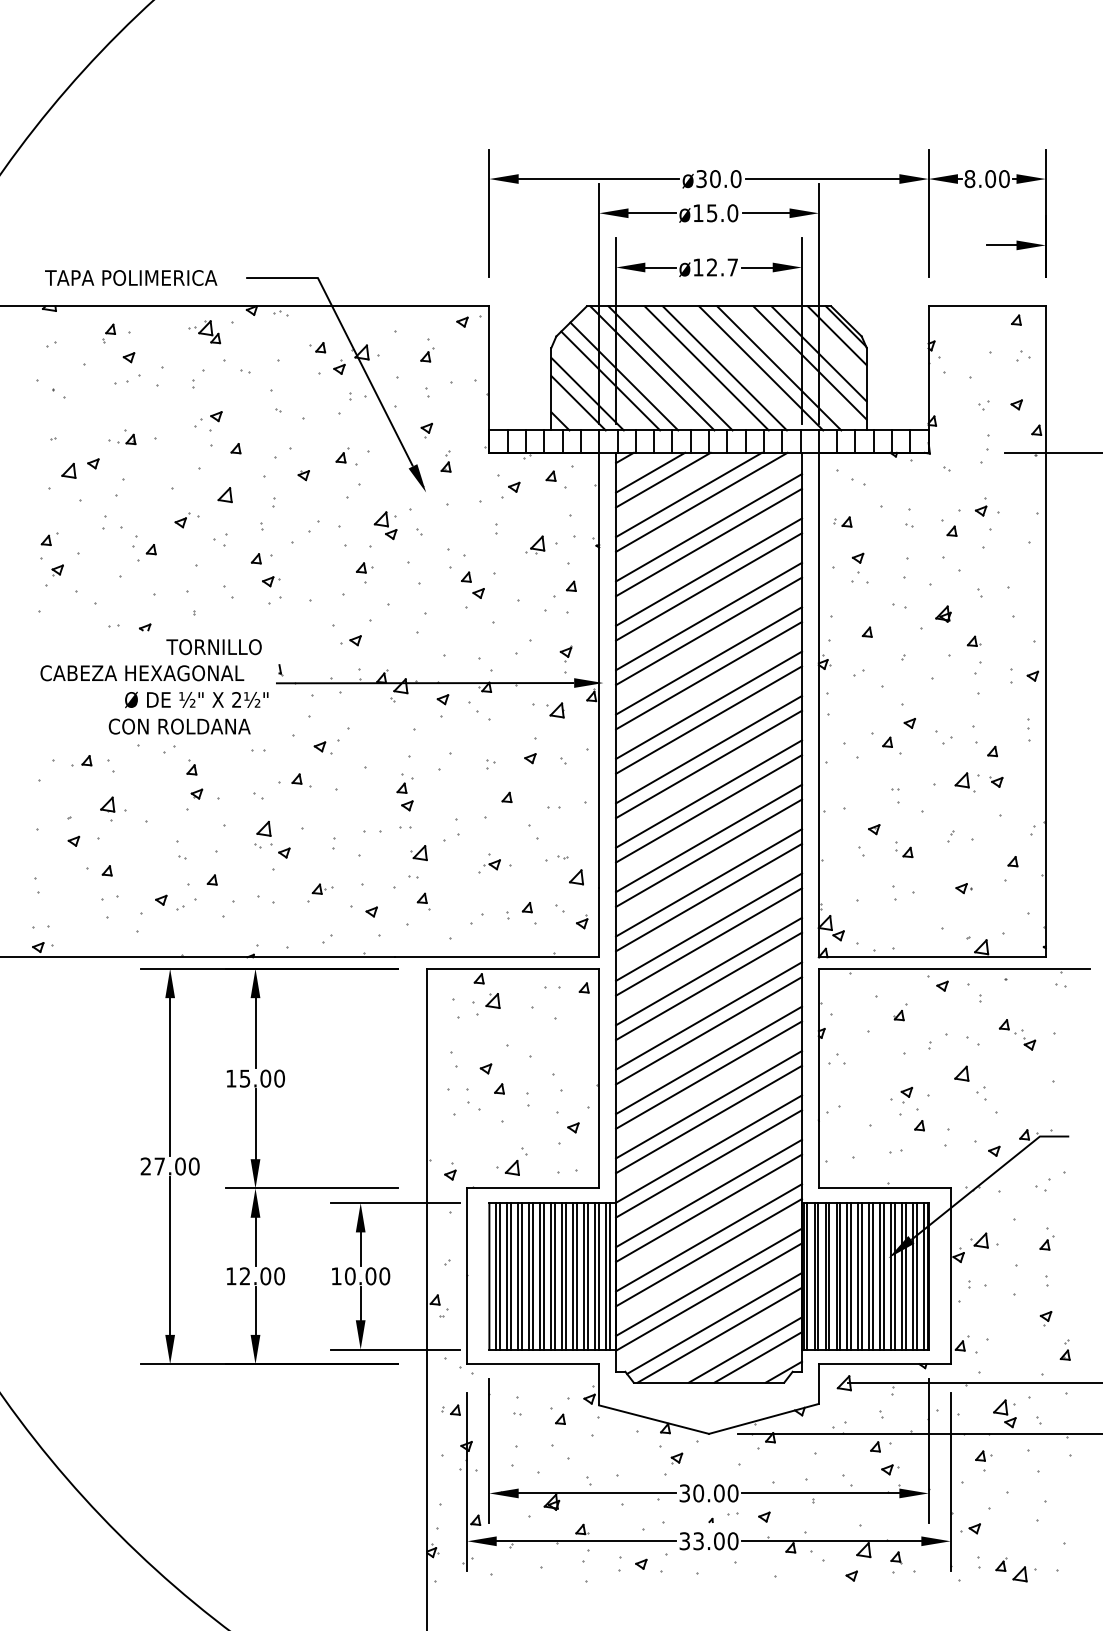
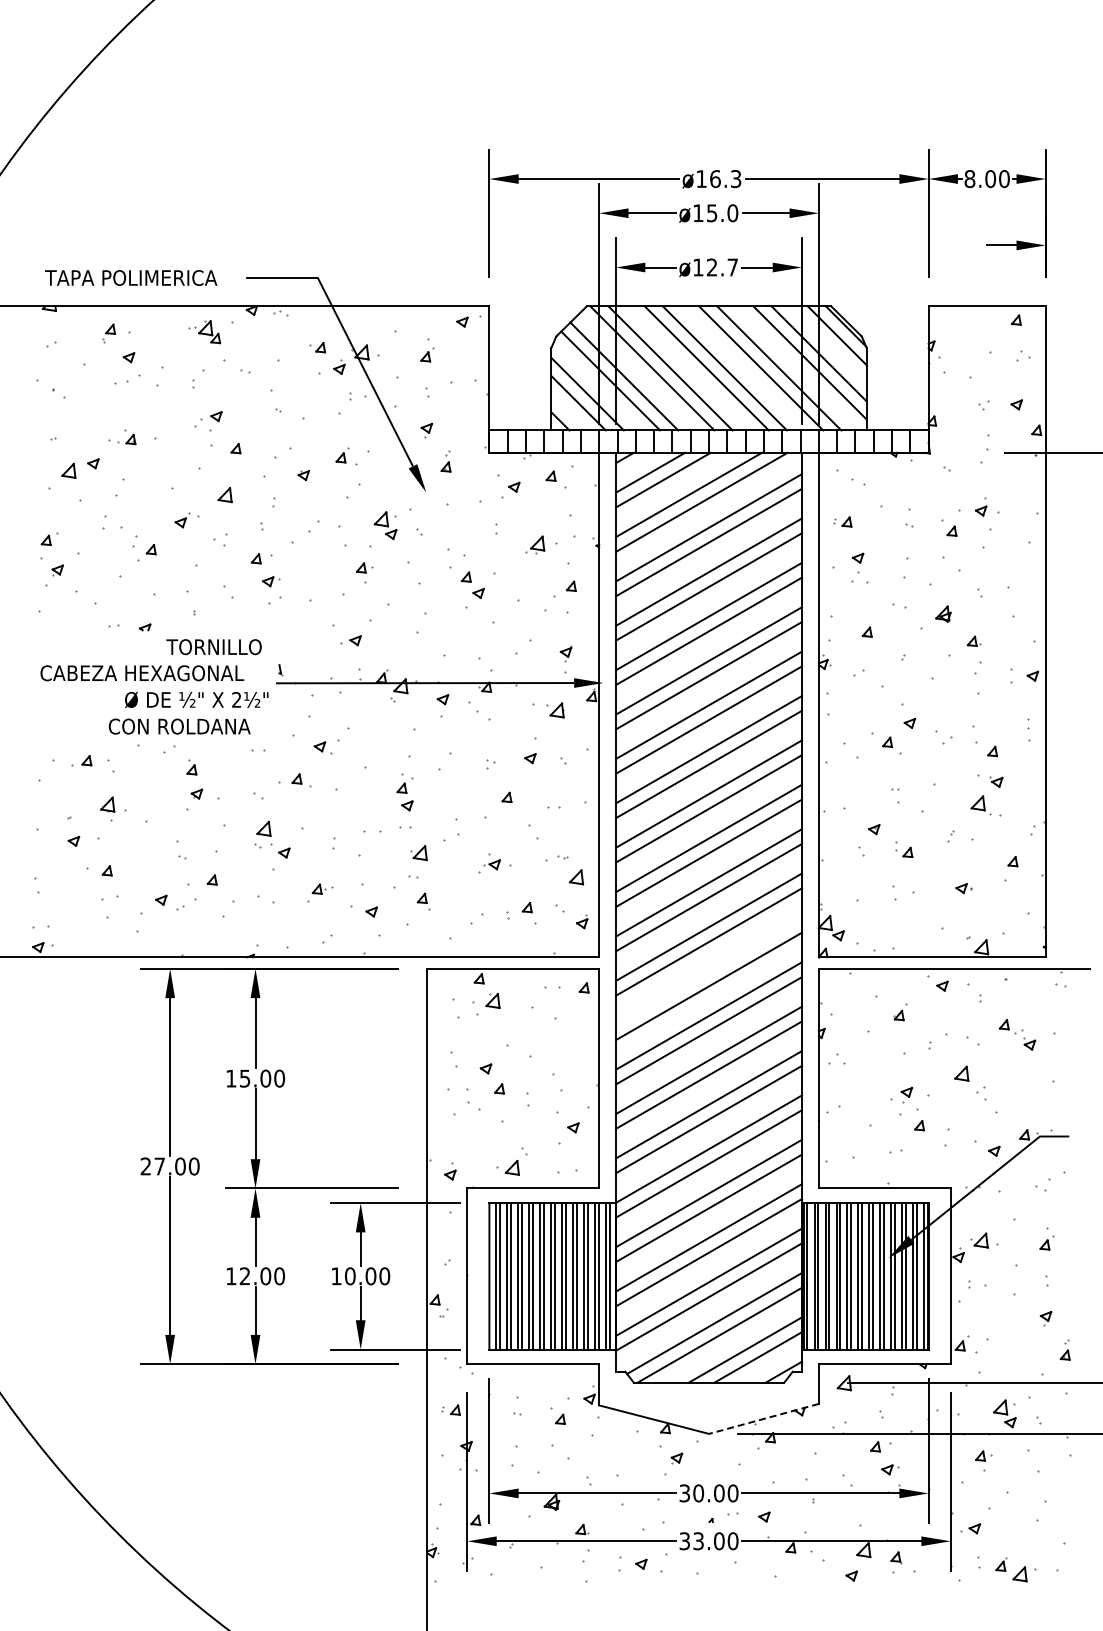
text at (718, 179): ø30.0 -> ø16.3
part at (964, 782) position: (964, 782) -> (980, 805)
line at (709, 971): present -> none
line at (763, 1418): solid -> dashed
